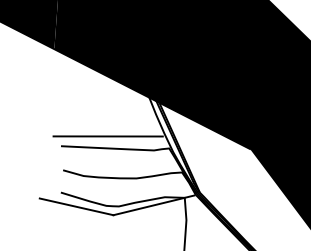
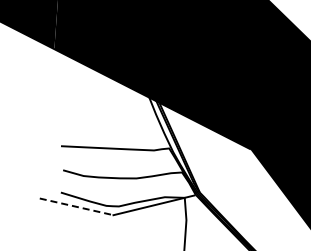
line at (107, 136): present -> none
line at (76, 206): solid -> dashed
